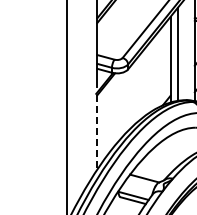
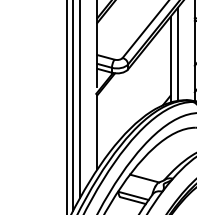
line at (80, 99): none -> present
line at (73, 106): none -> present
line at (97, 132): dashed -> solid
